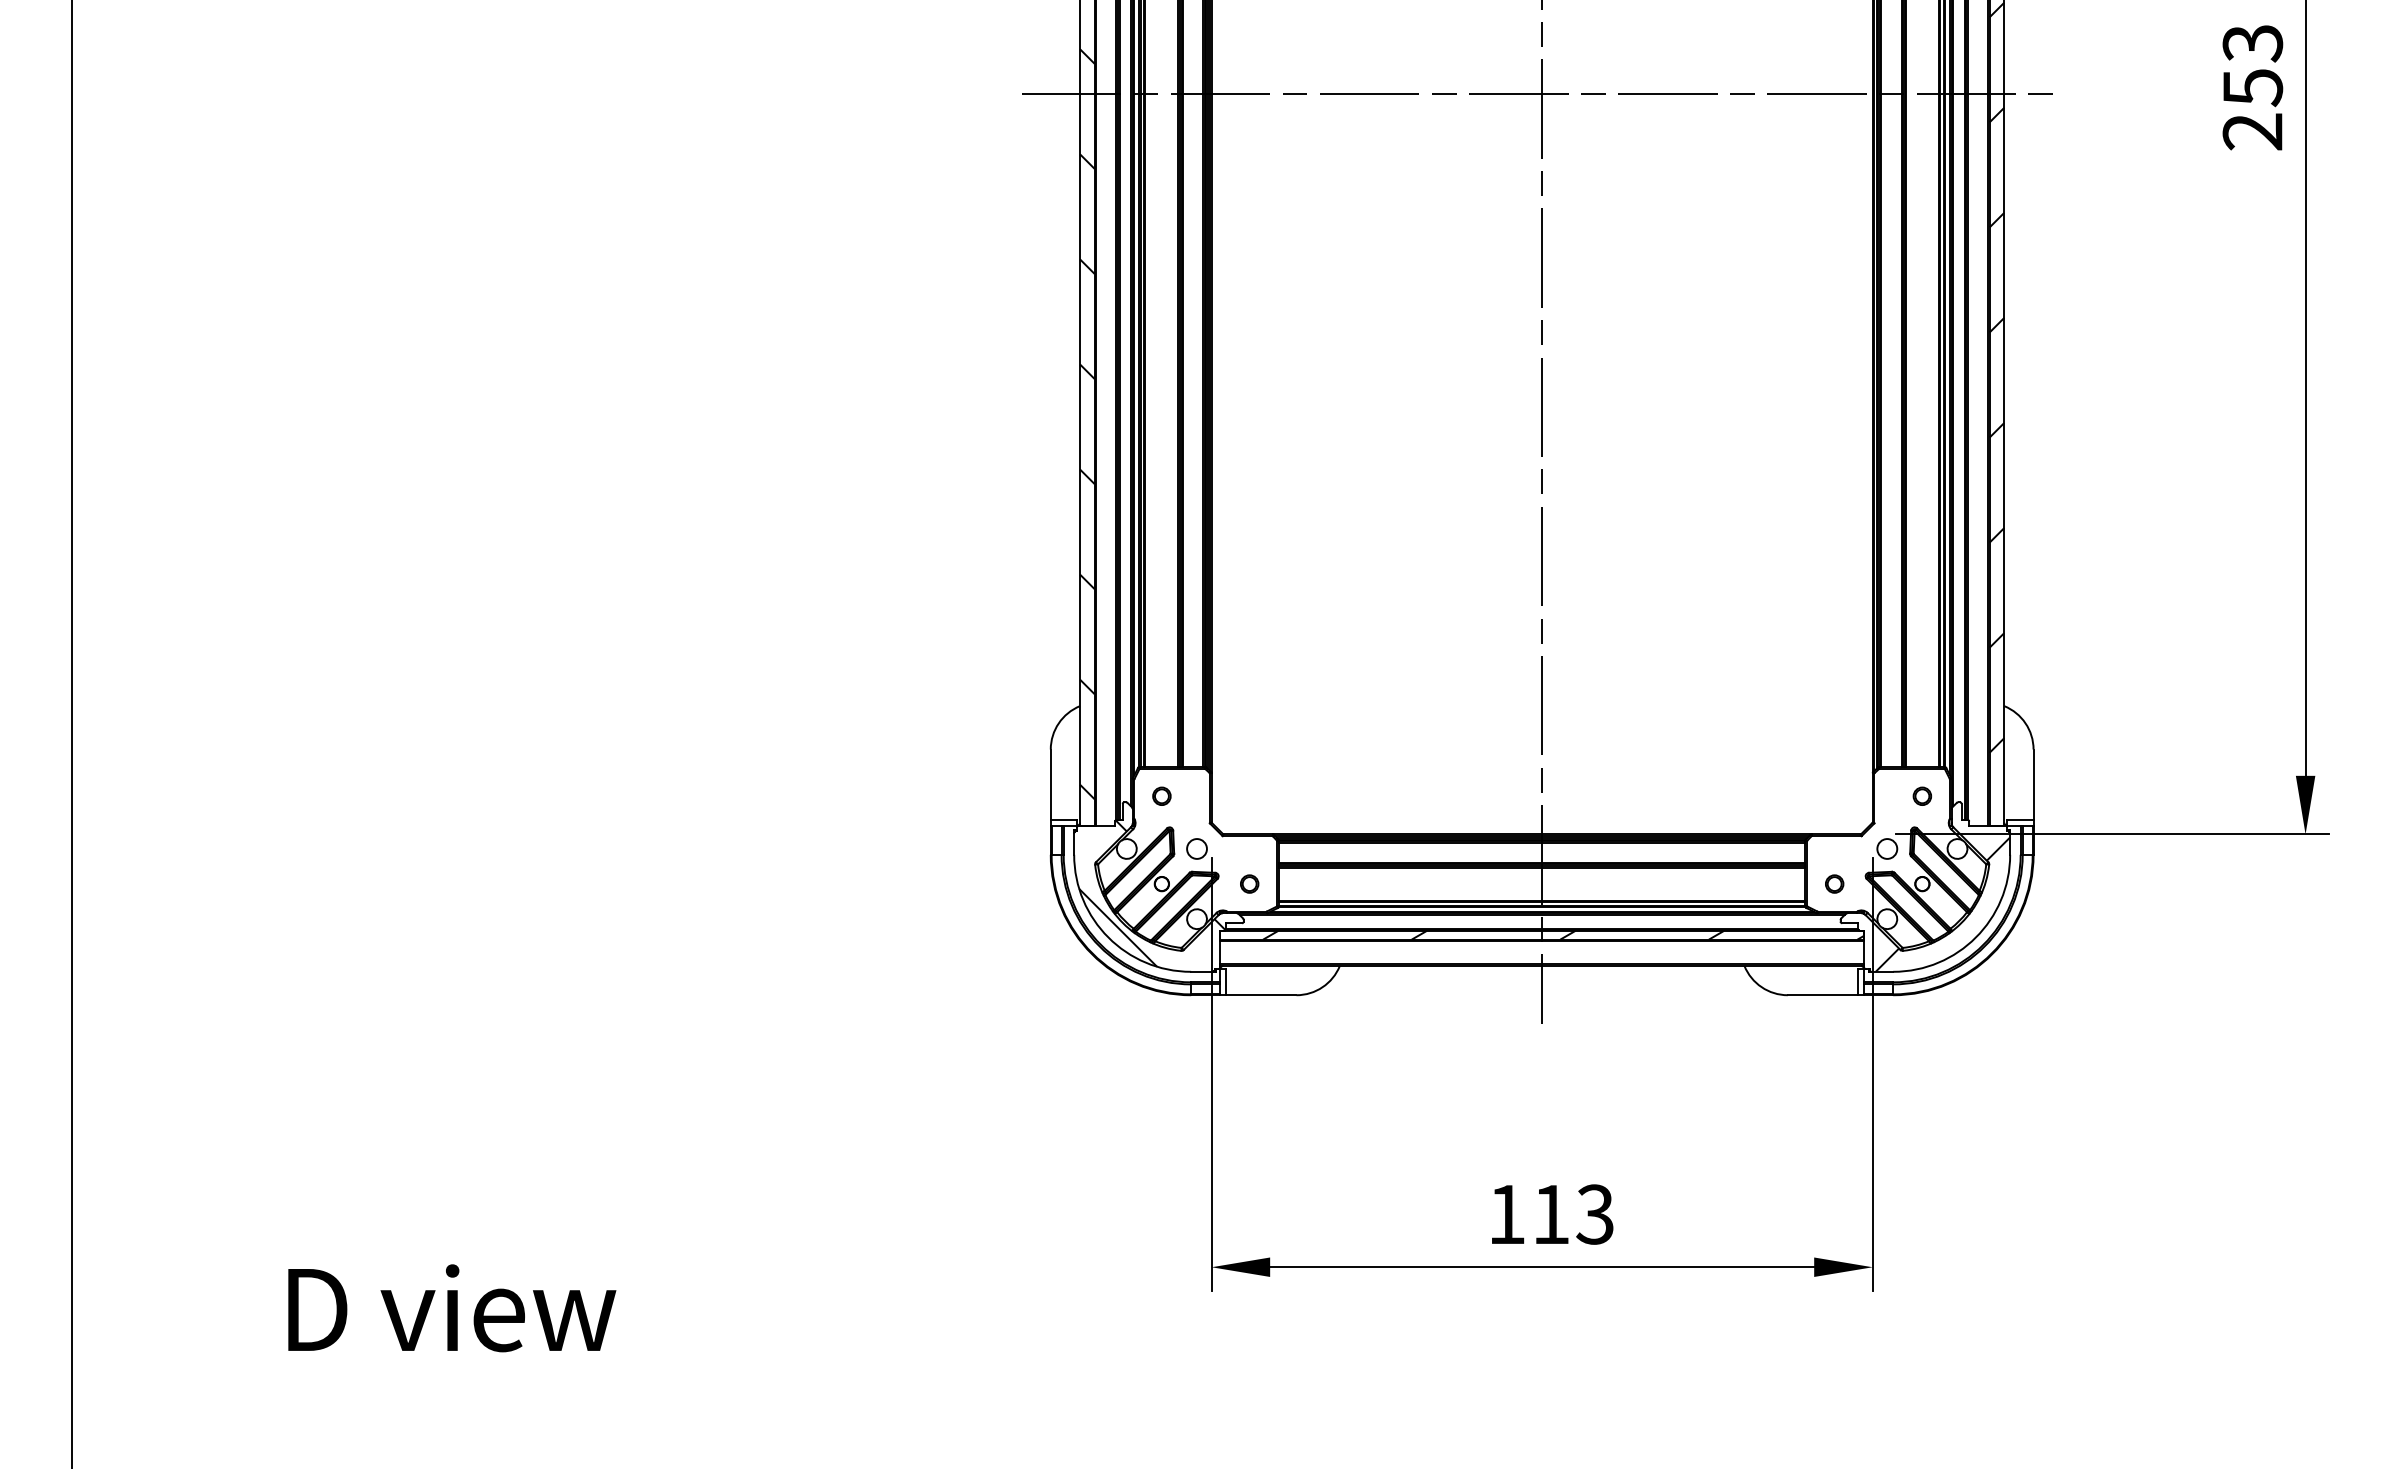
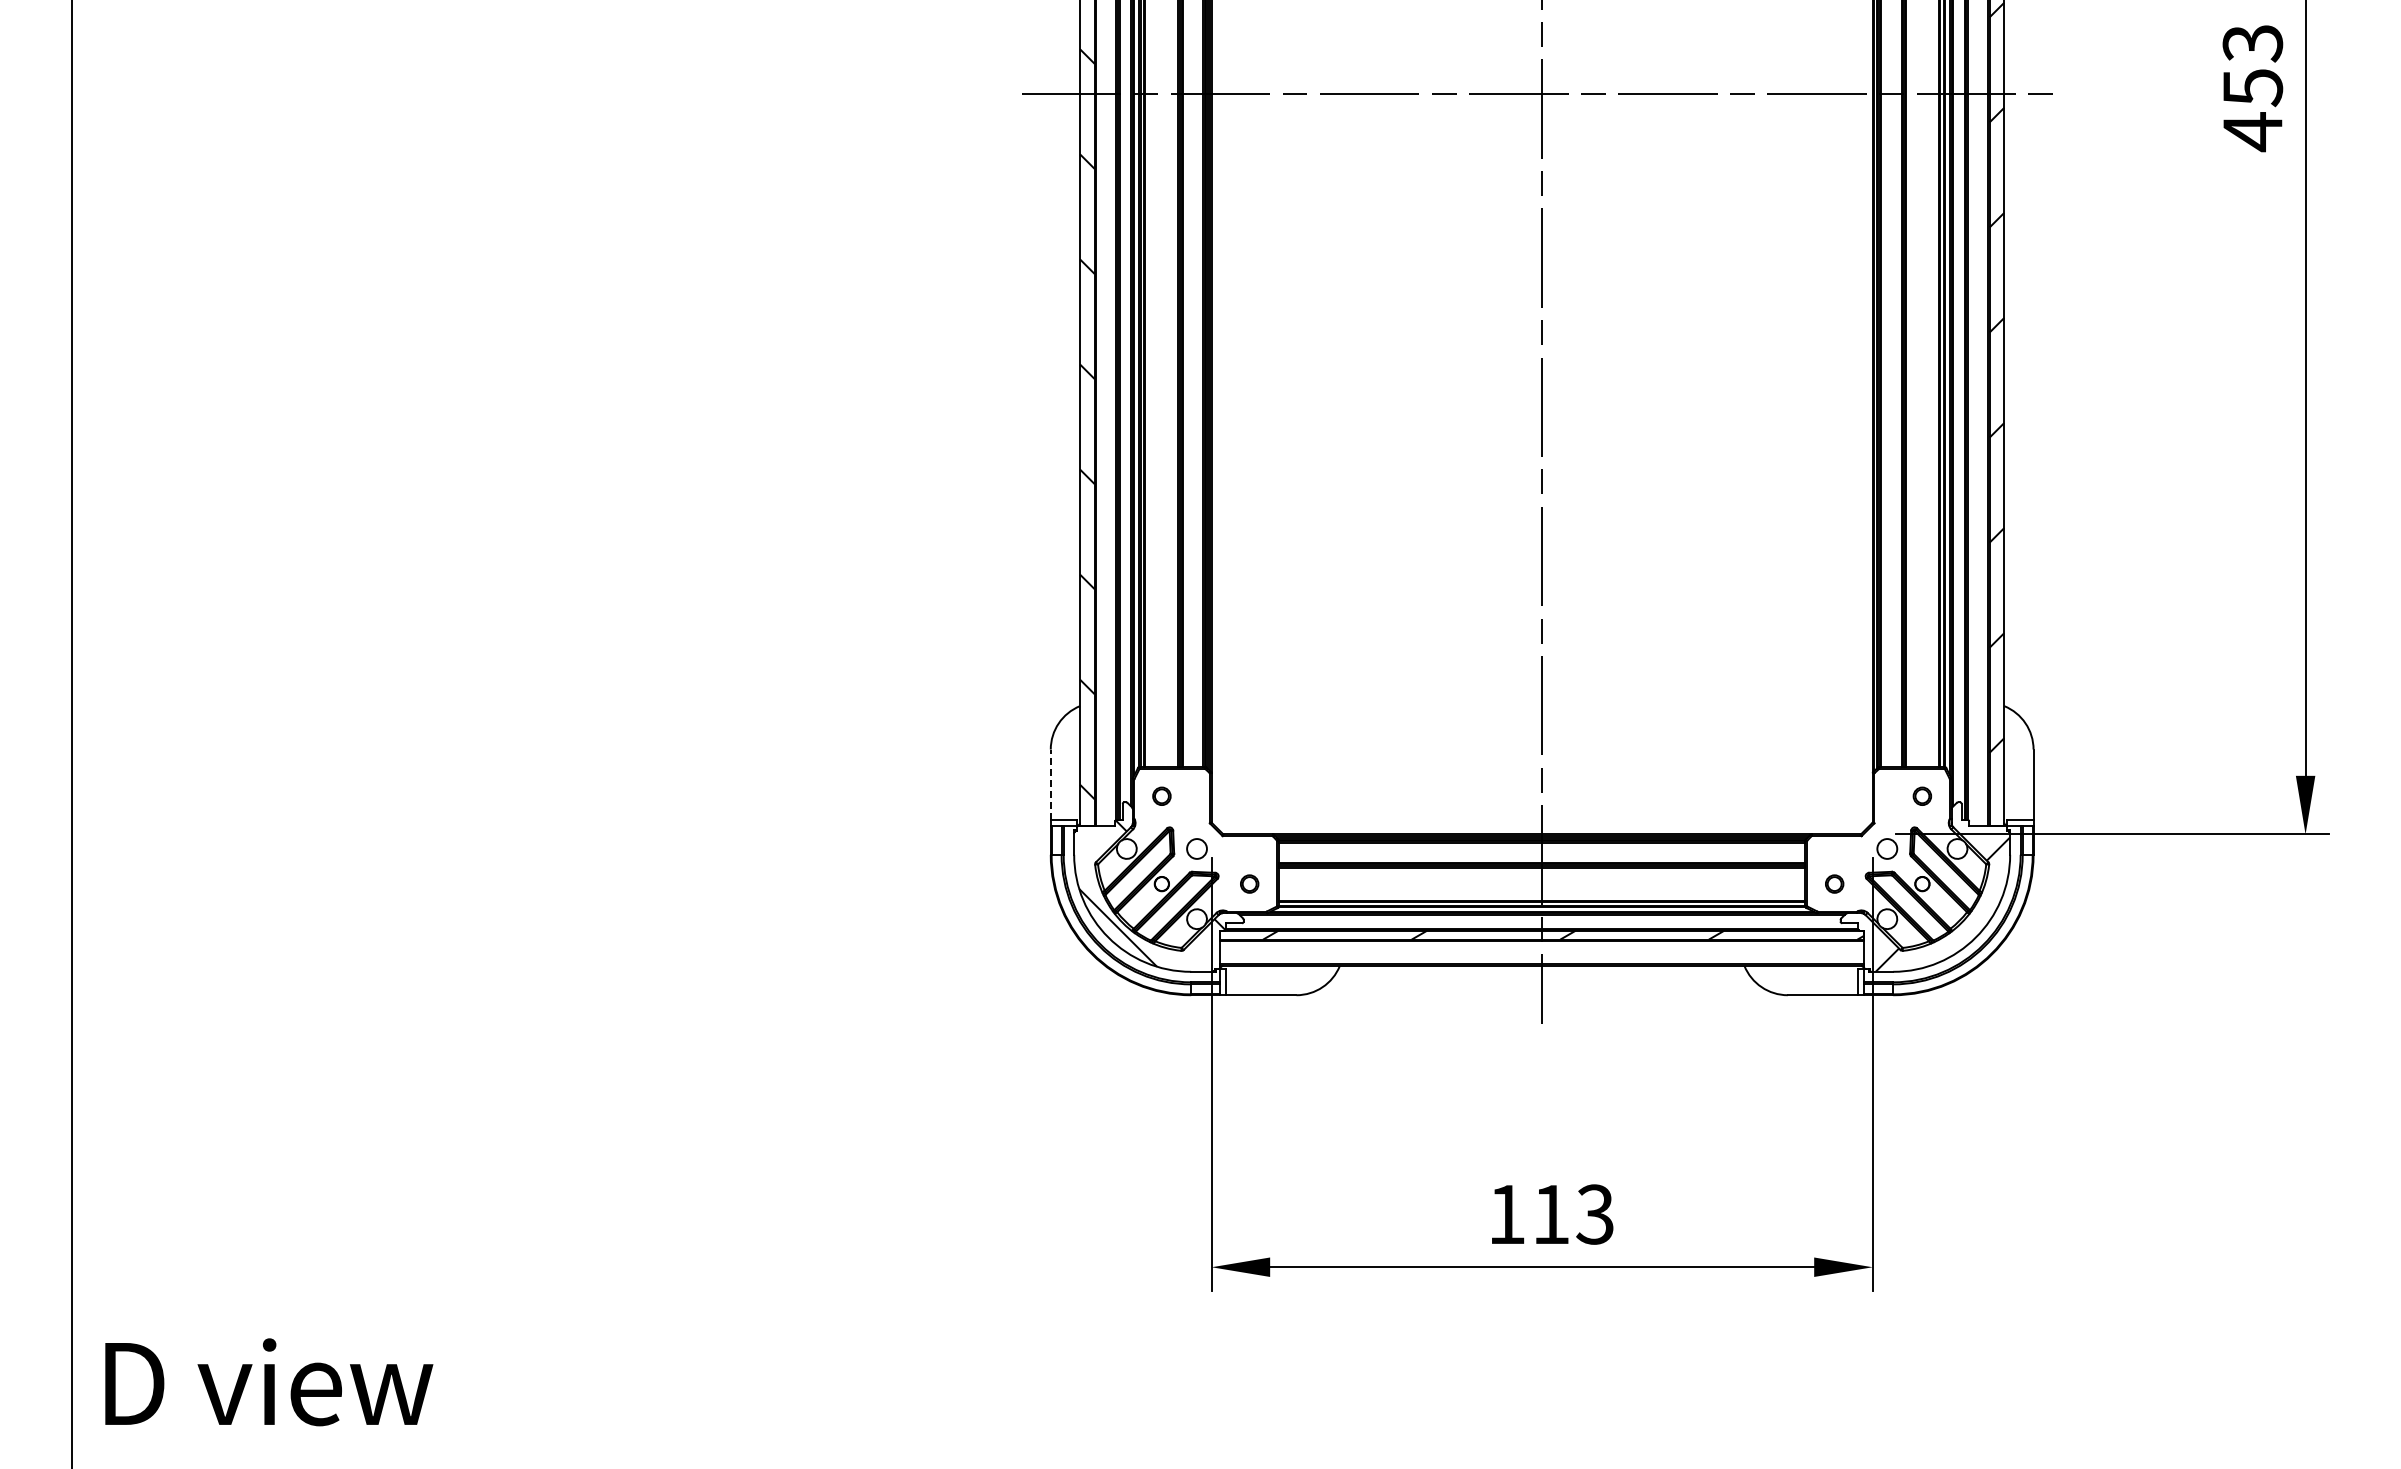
text at (2252, 132): 253 -> 453
line at (1050, 784): solid -> dashed
text at (452, 1308) position: (452, 1308) -> (269, 1382)
